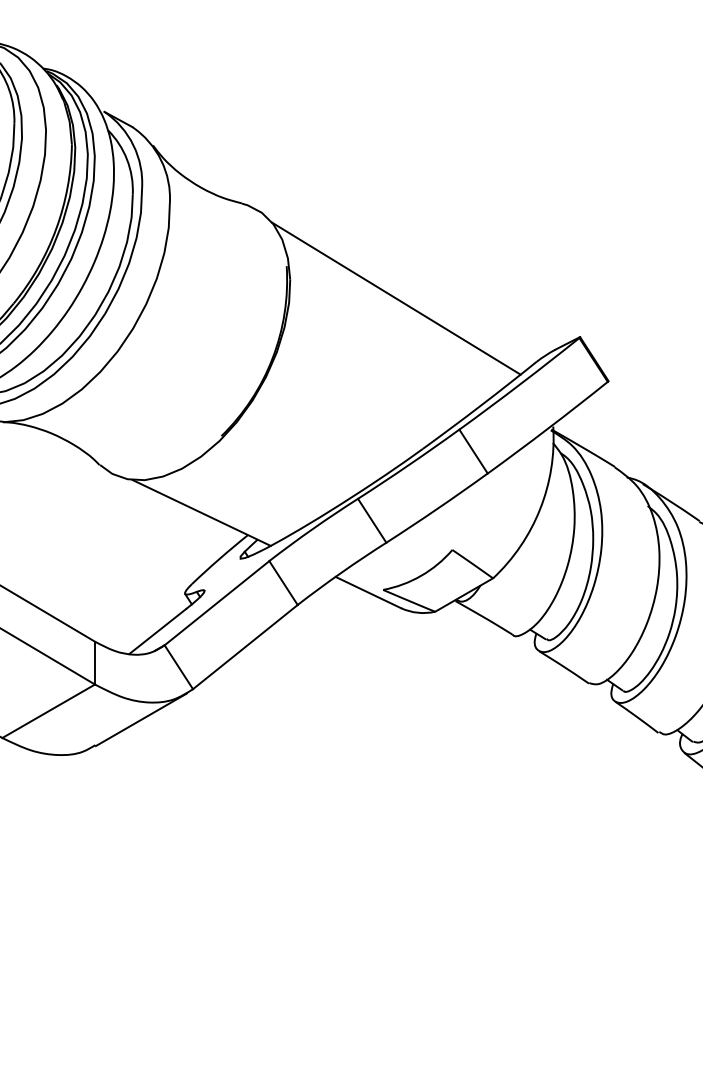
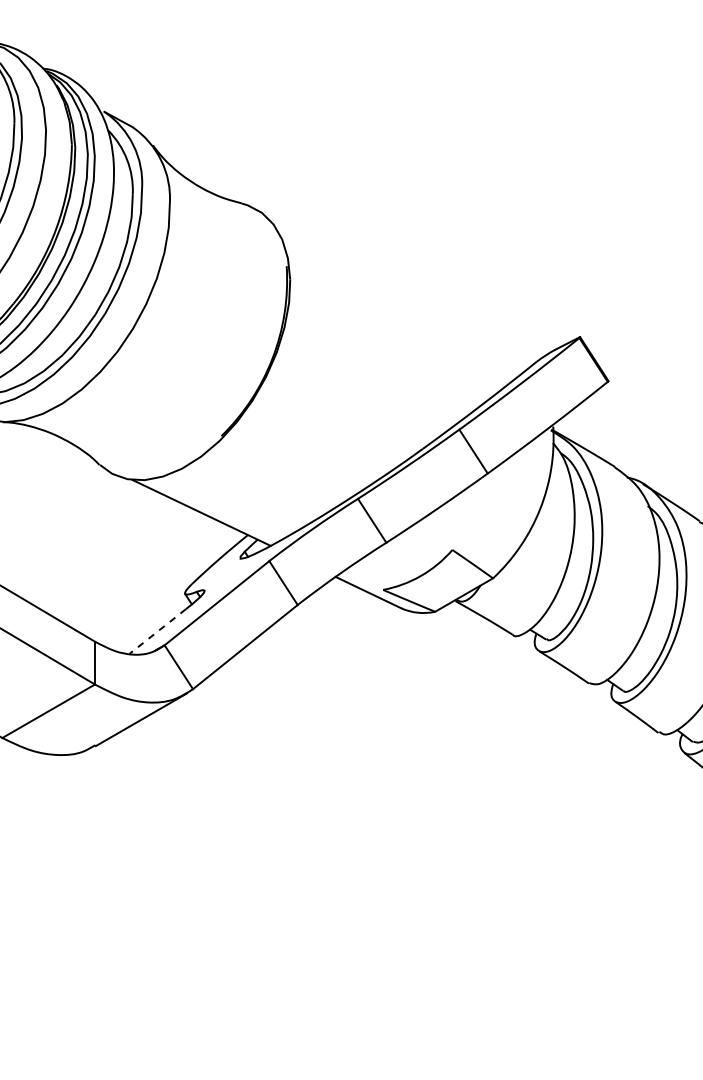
line at (396, 298): present -> none
line at (157, 631): solid -> dashed
